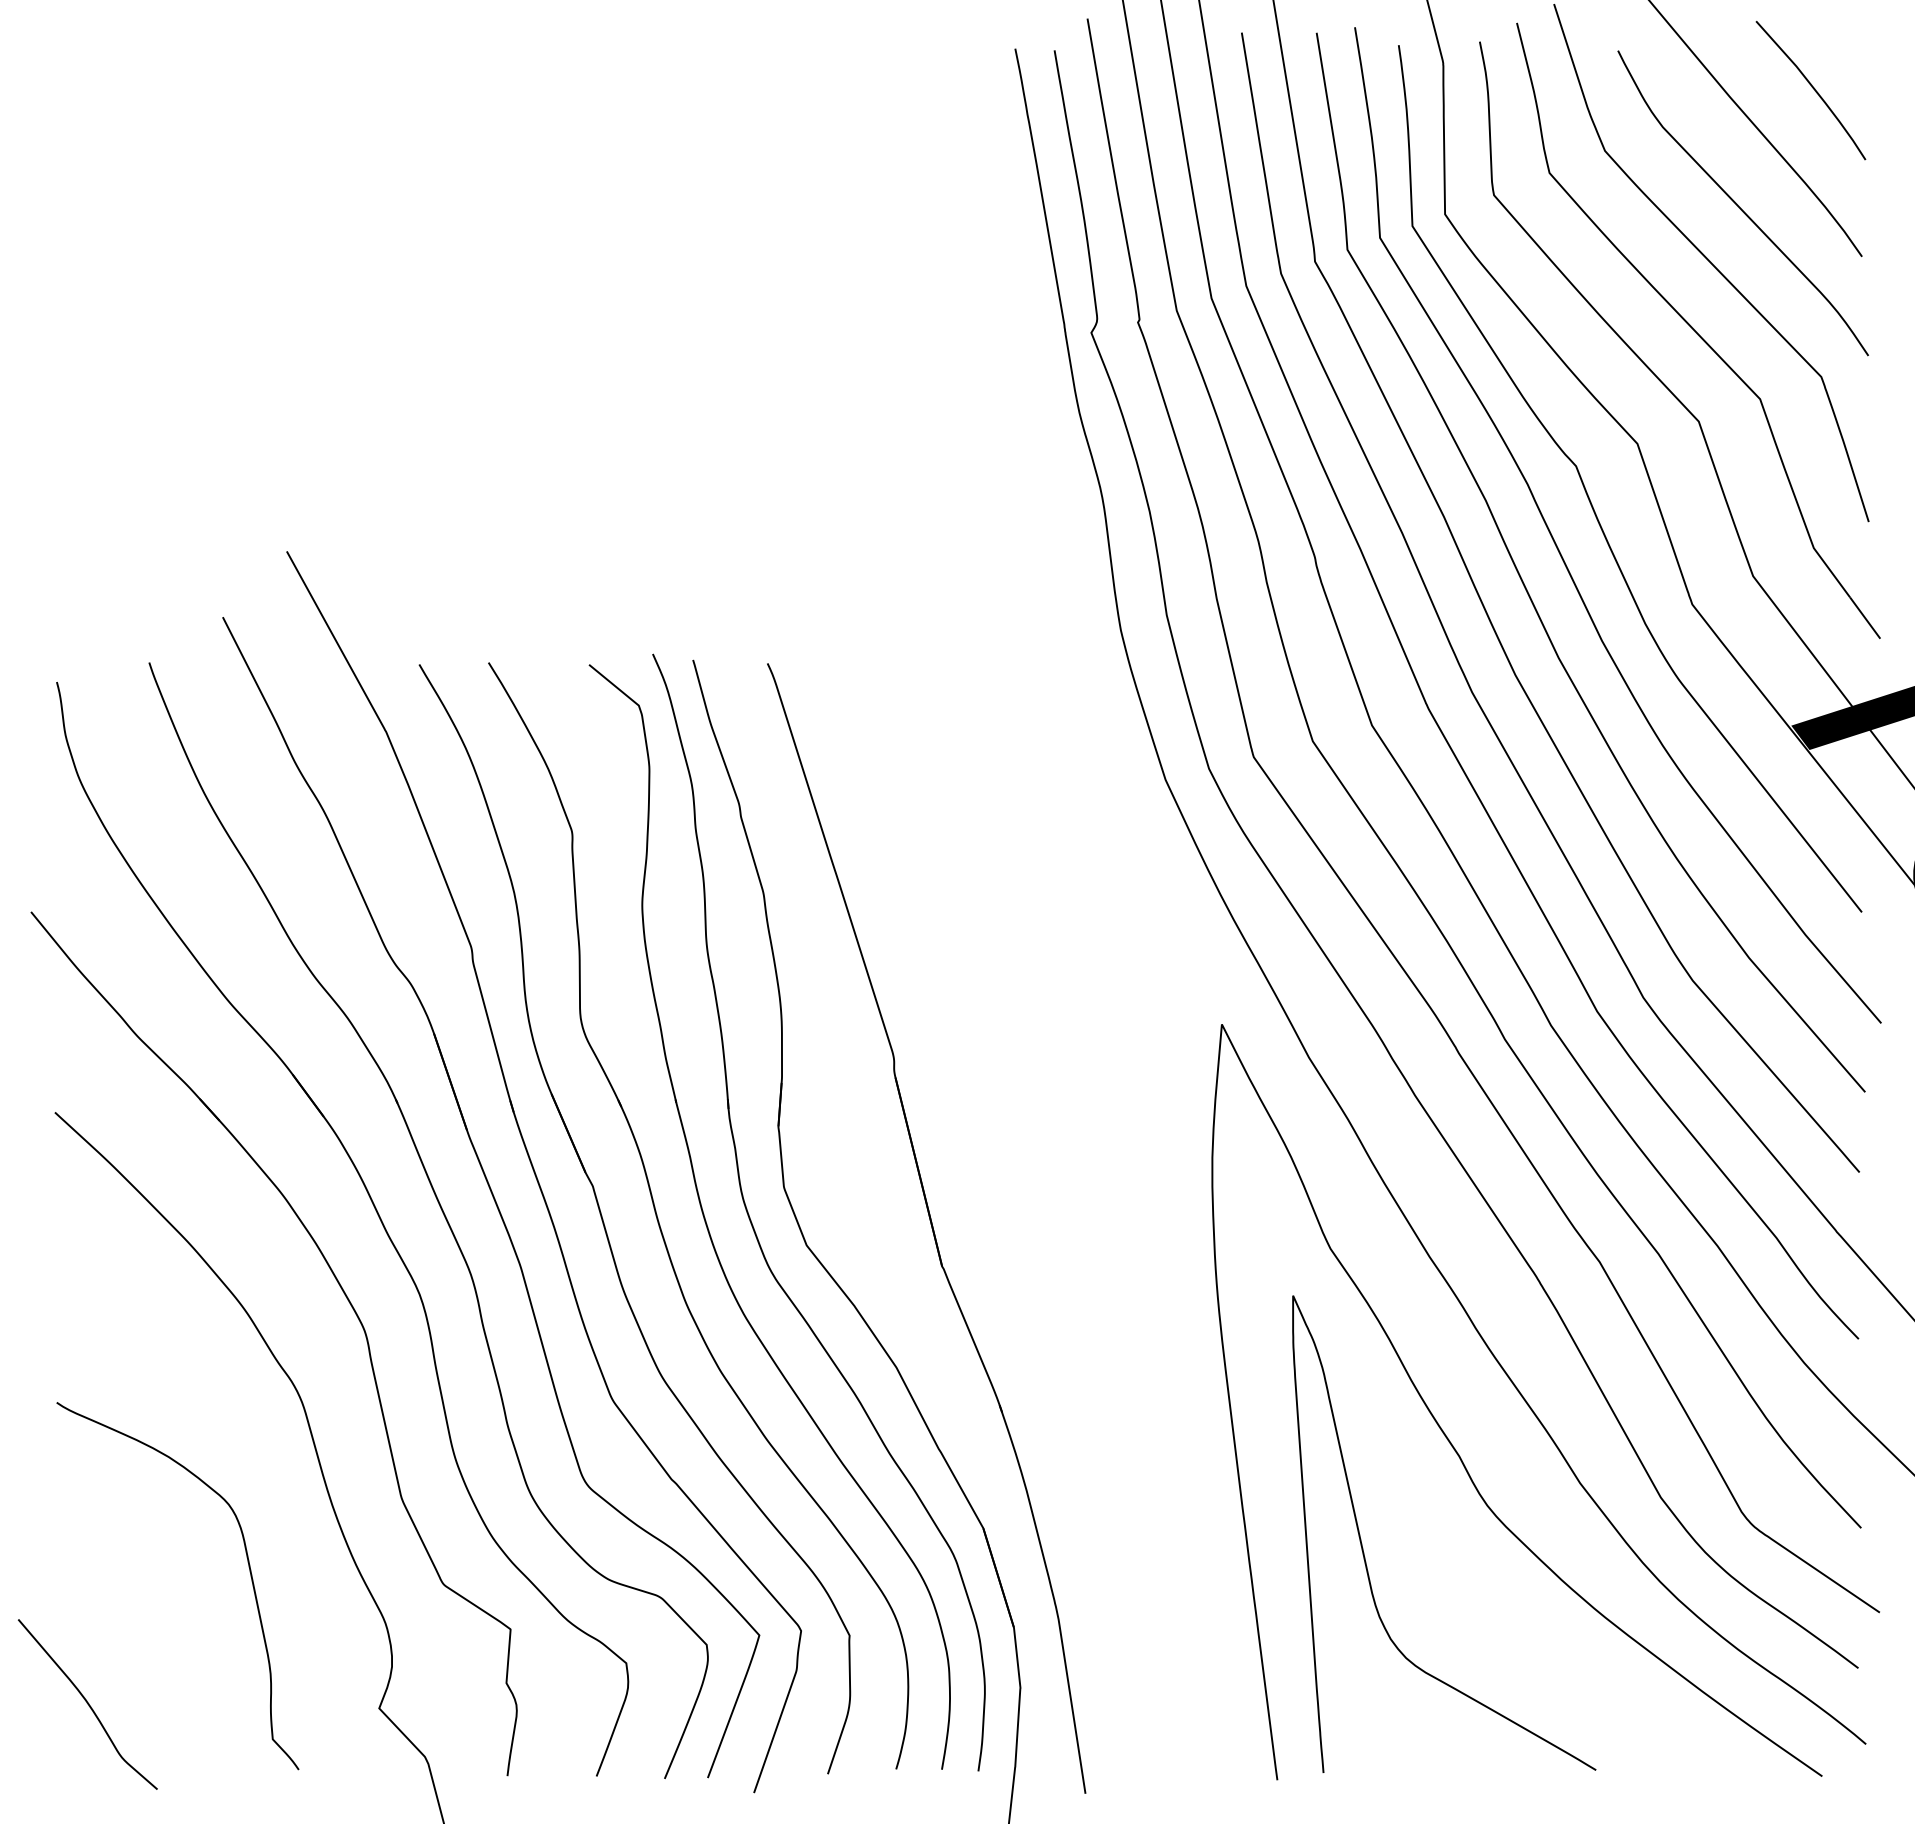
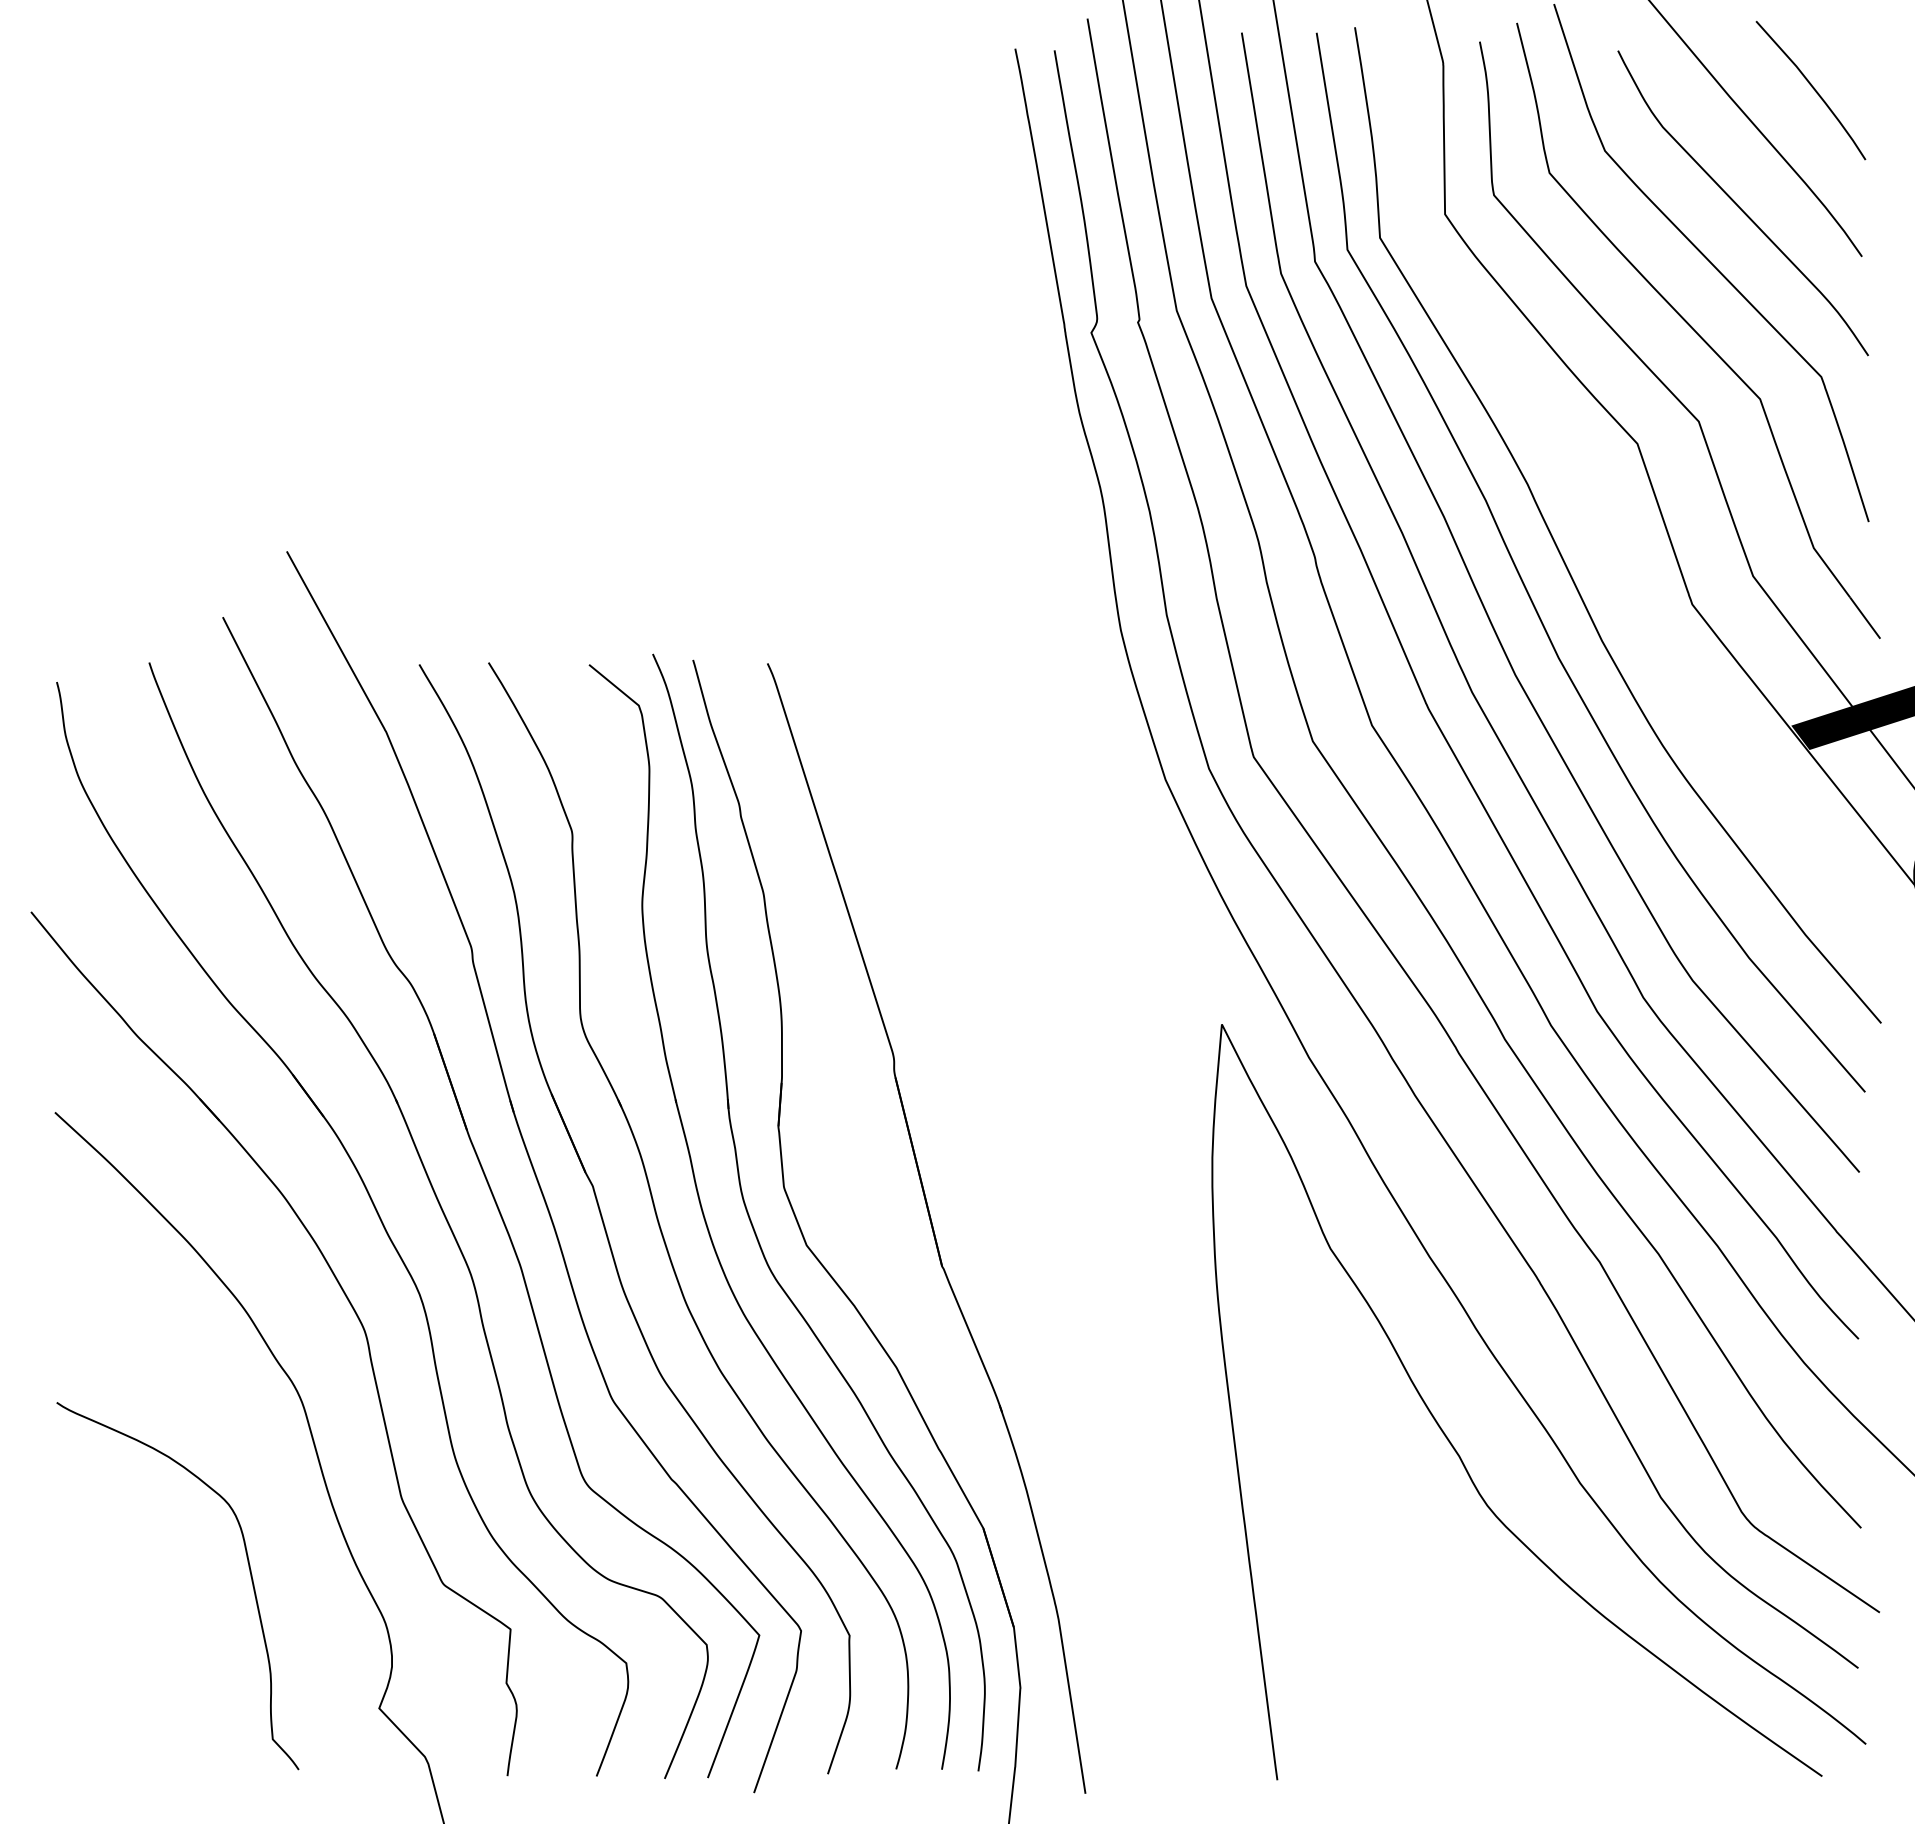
curve at (1588, 494): present -> none
curve at (1364, 1552): present -> none
curve at (87, 1704): present -> none
